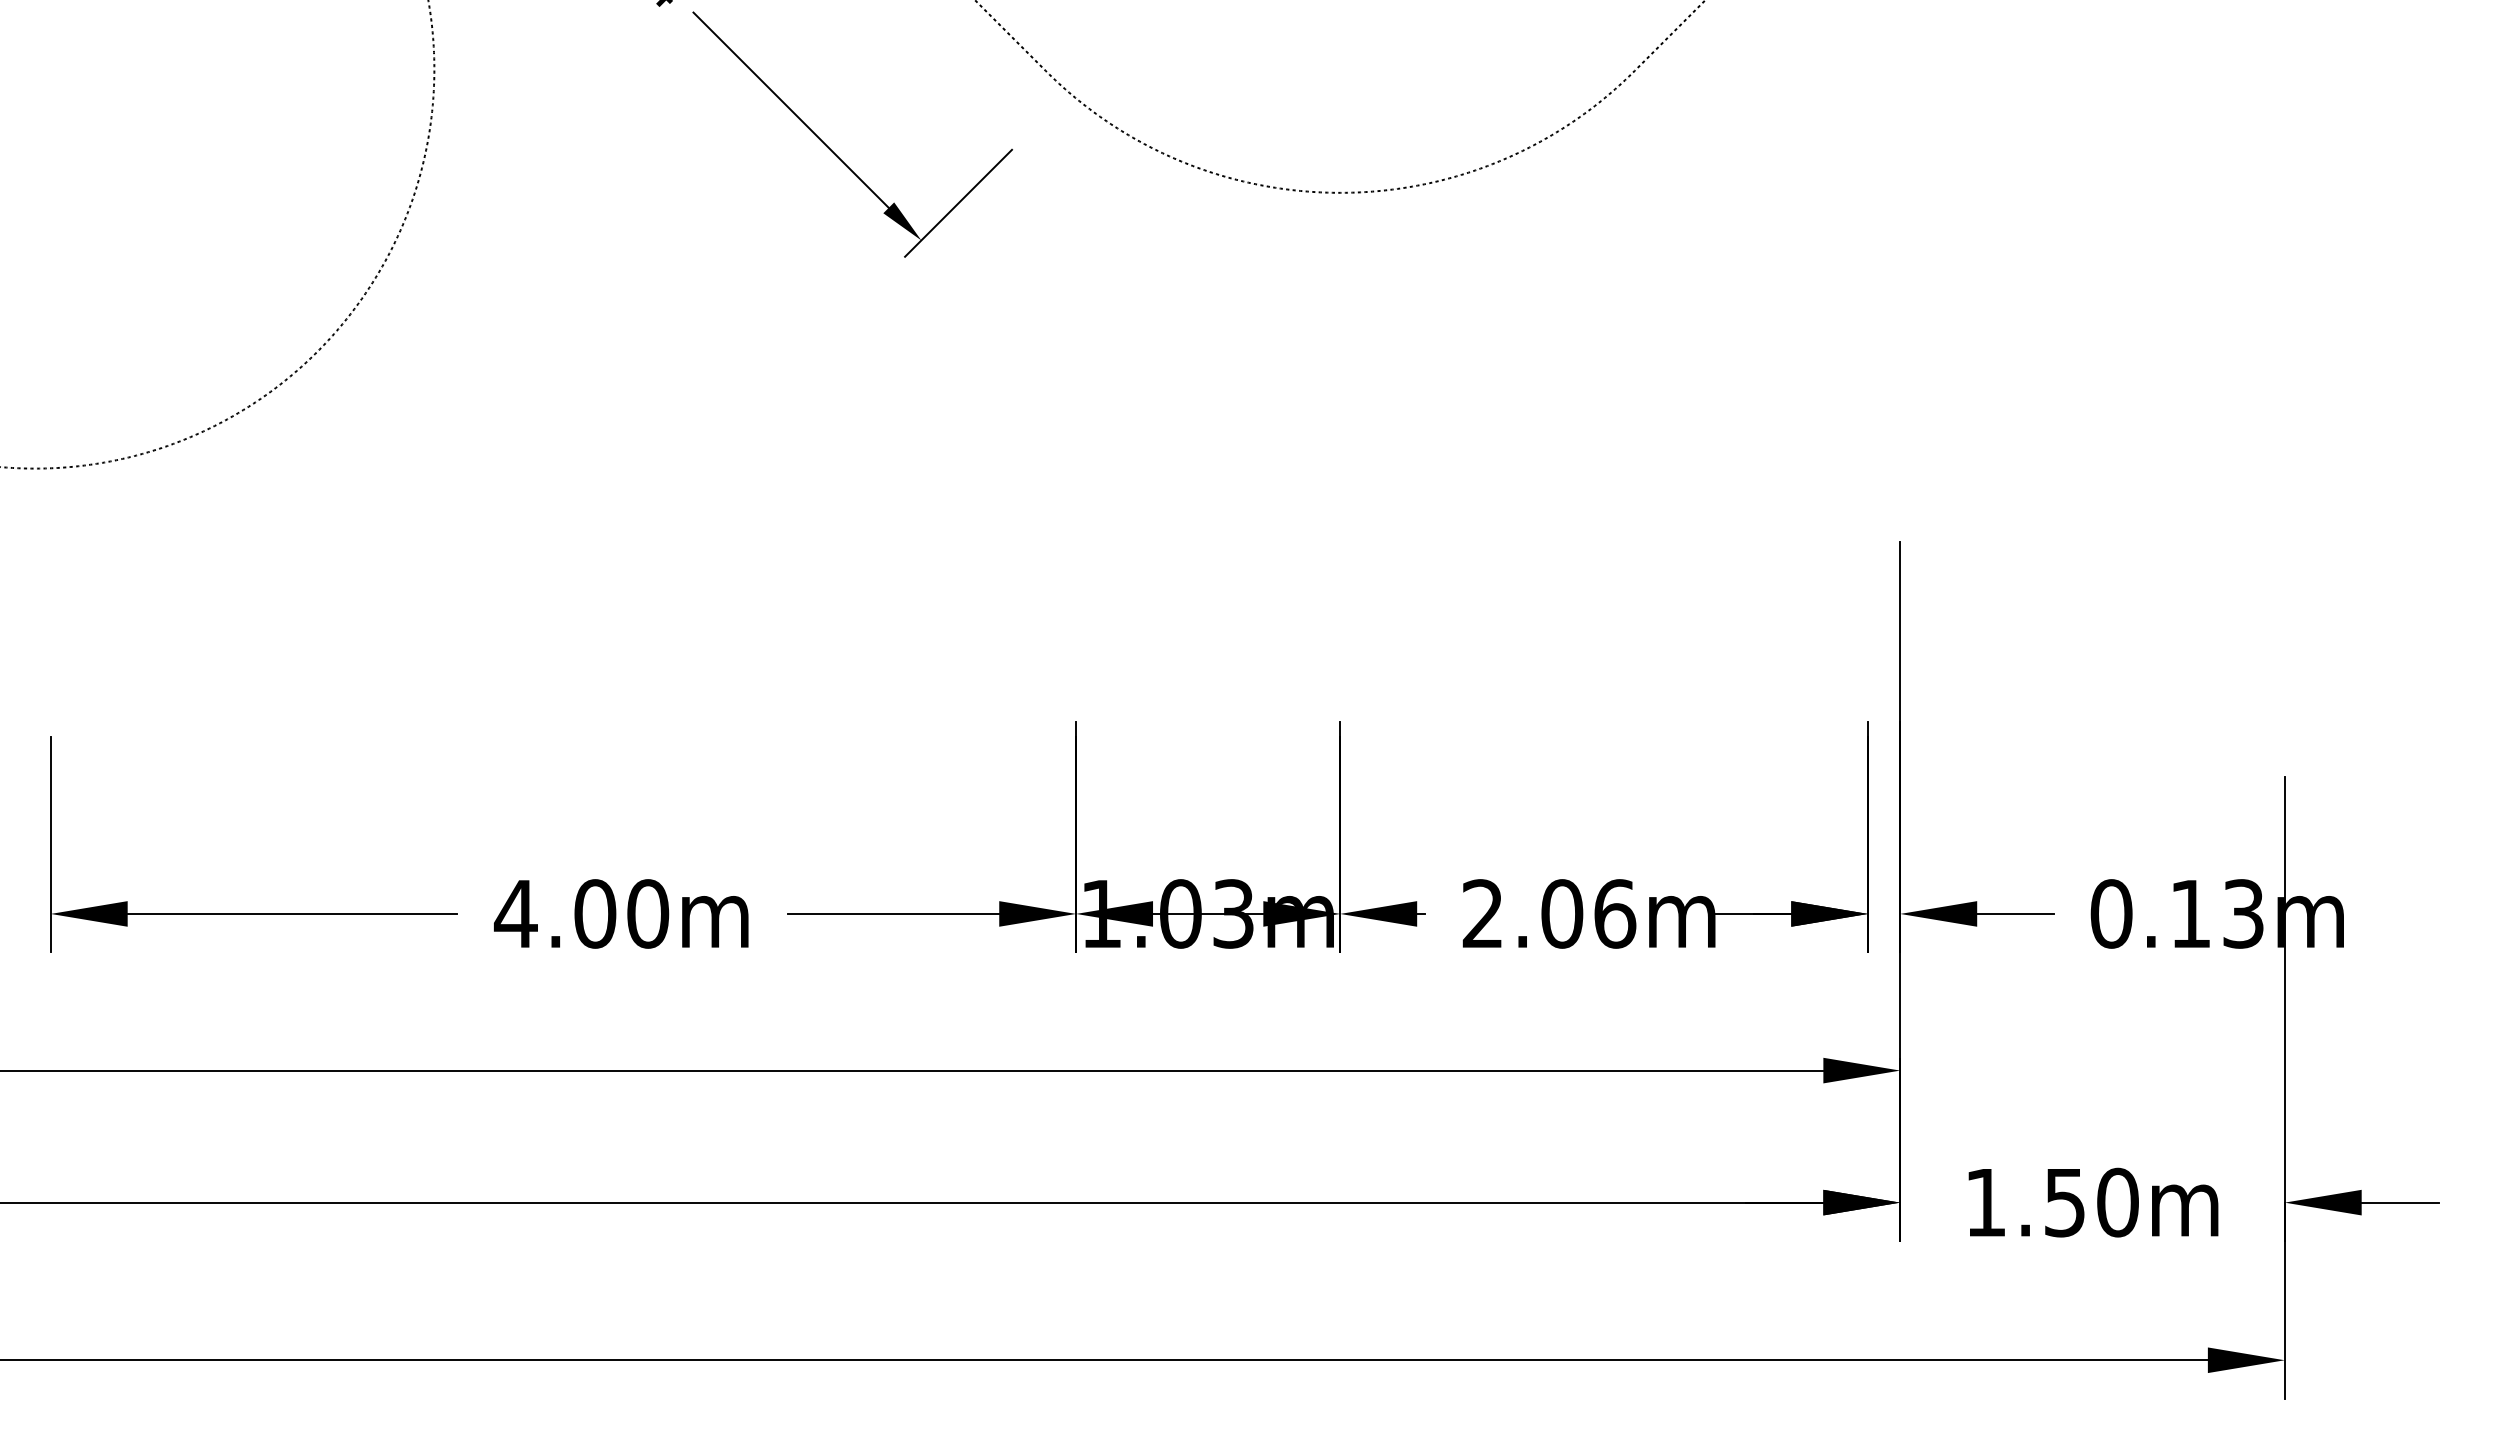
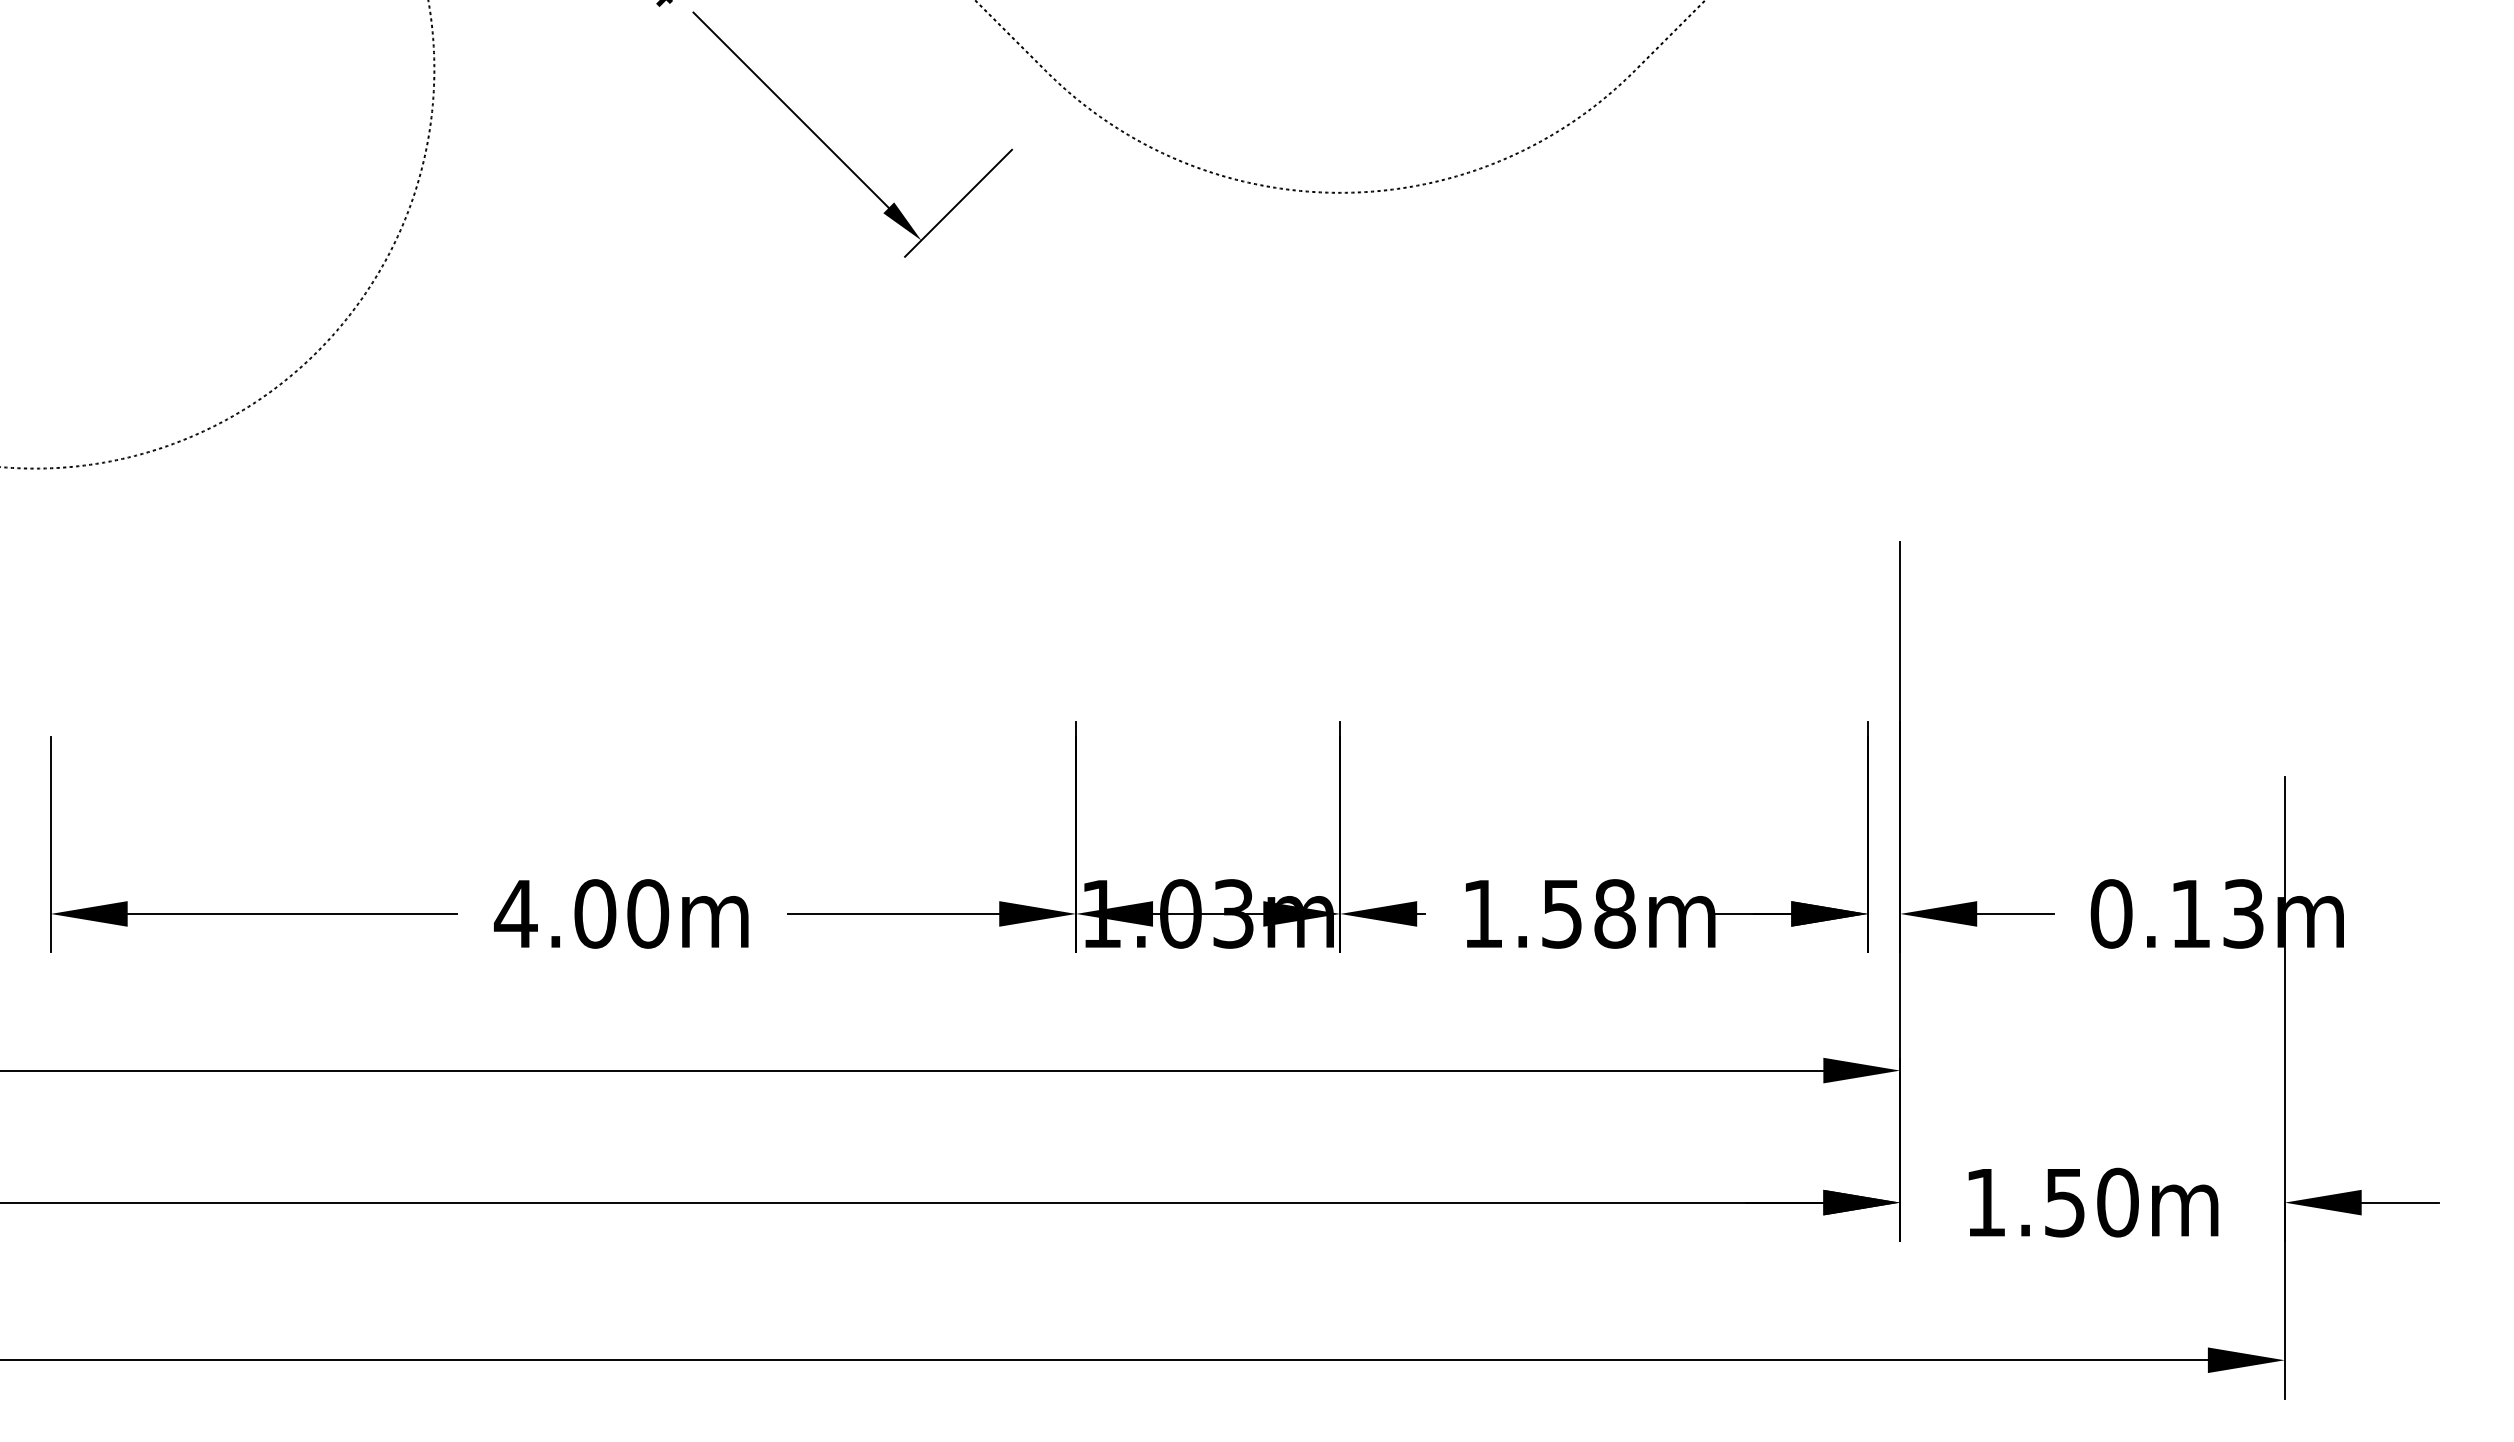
text at (1549, 913): 2.06m -> 1.58m
